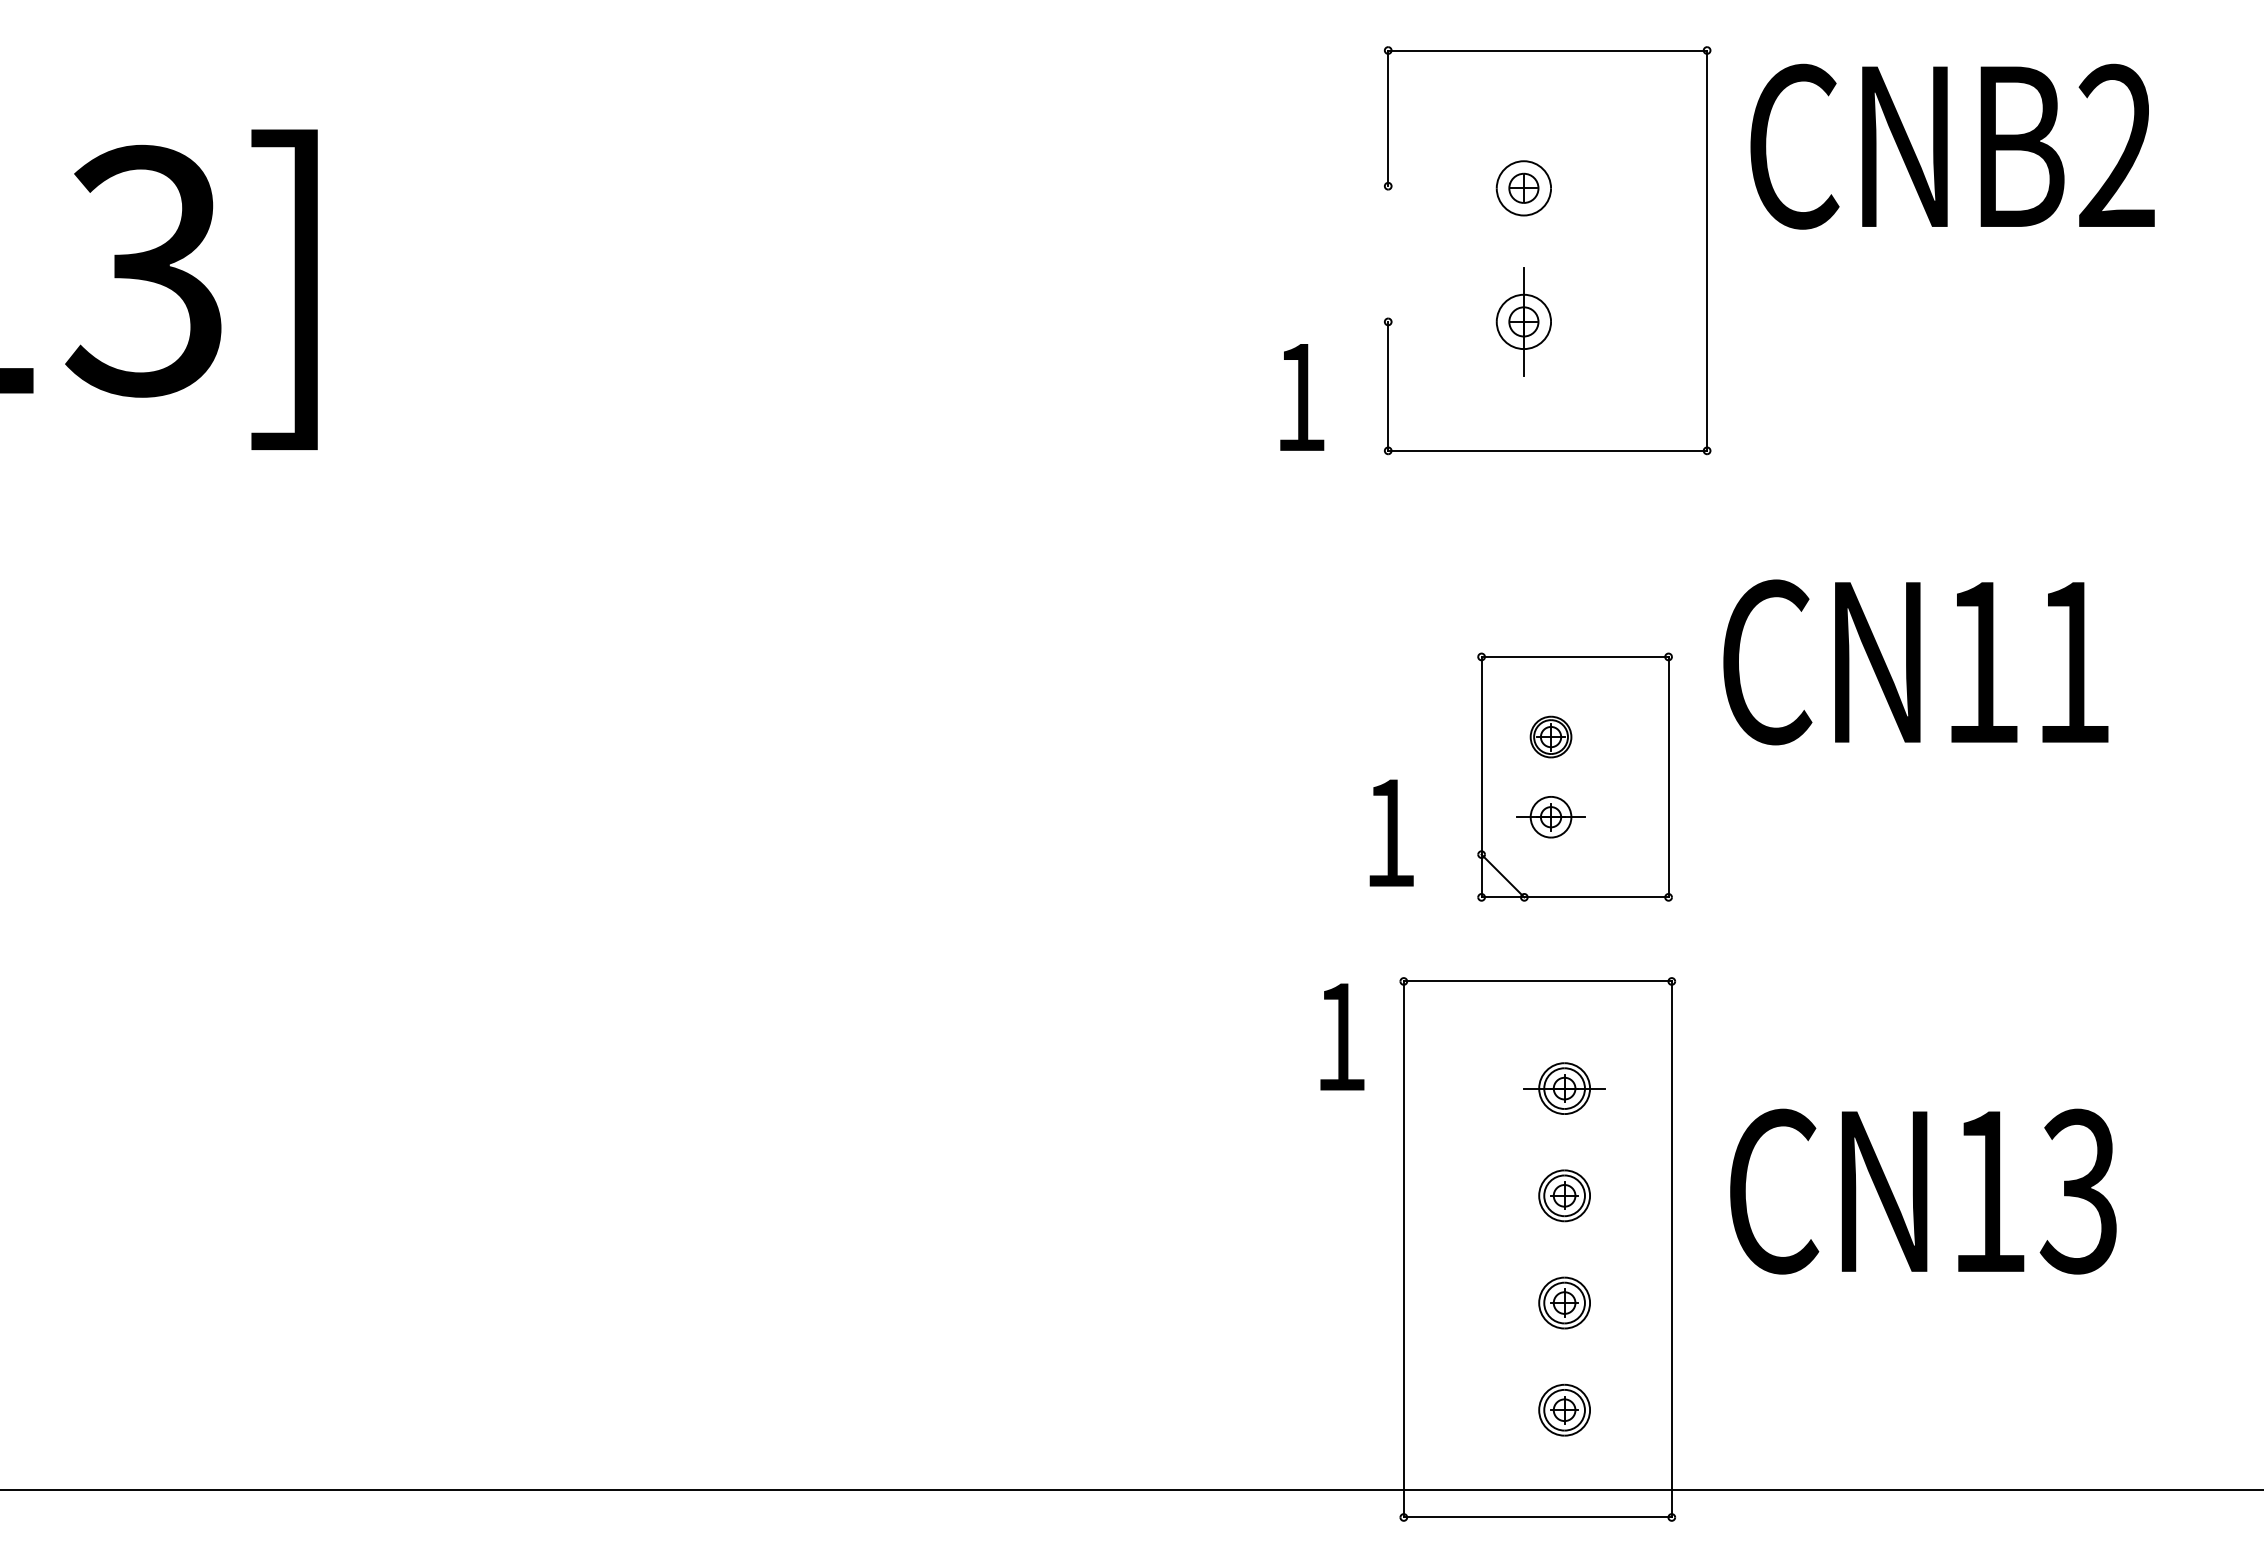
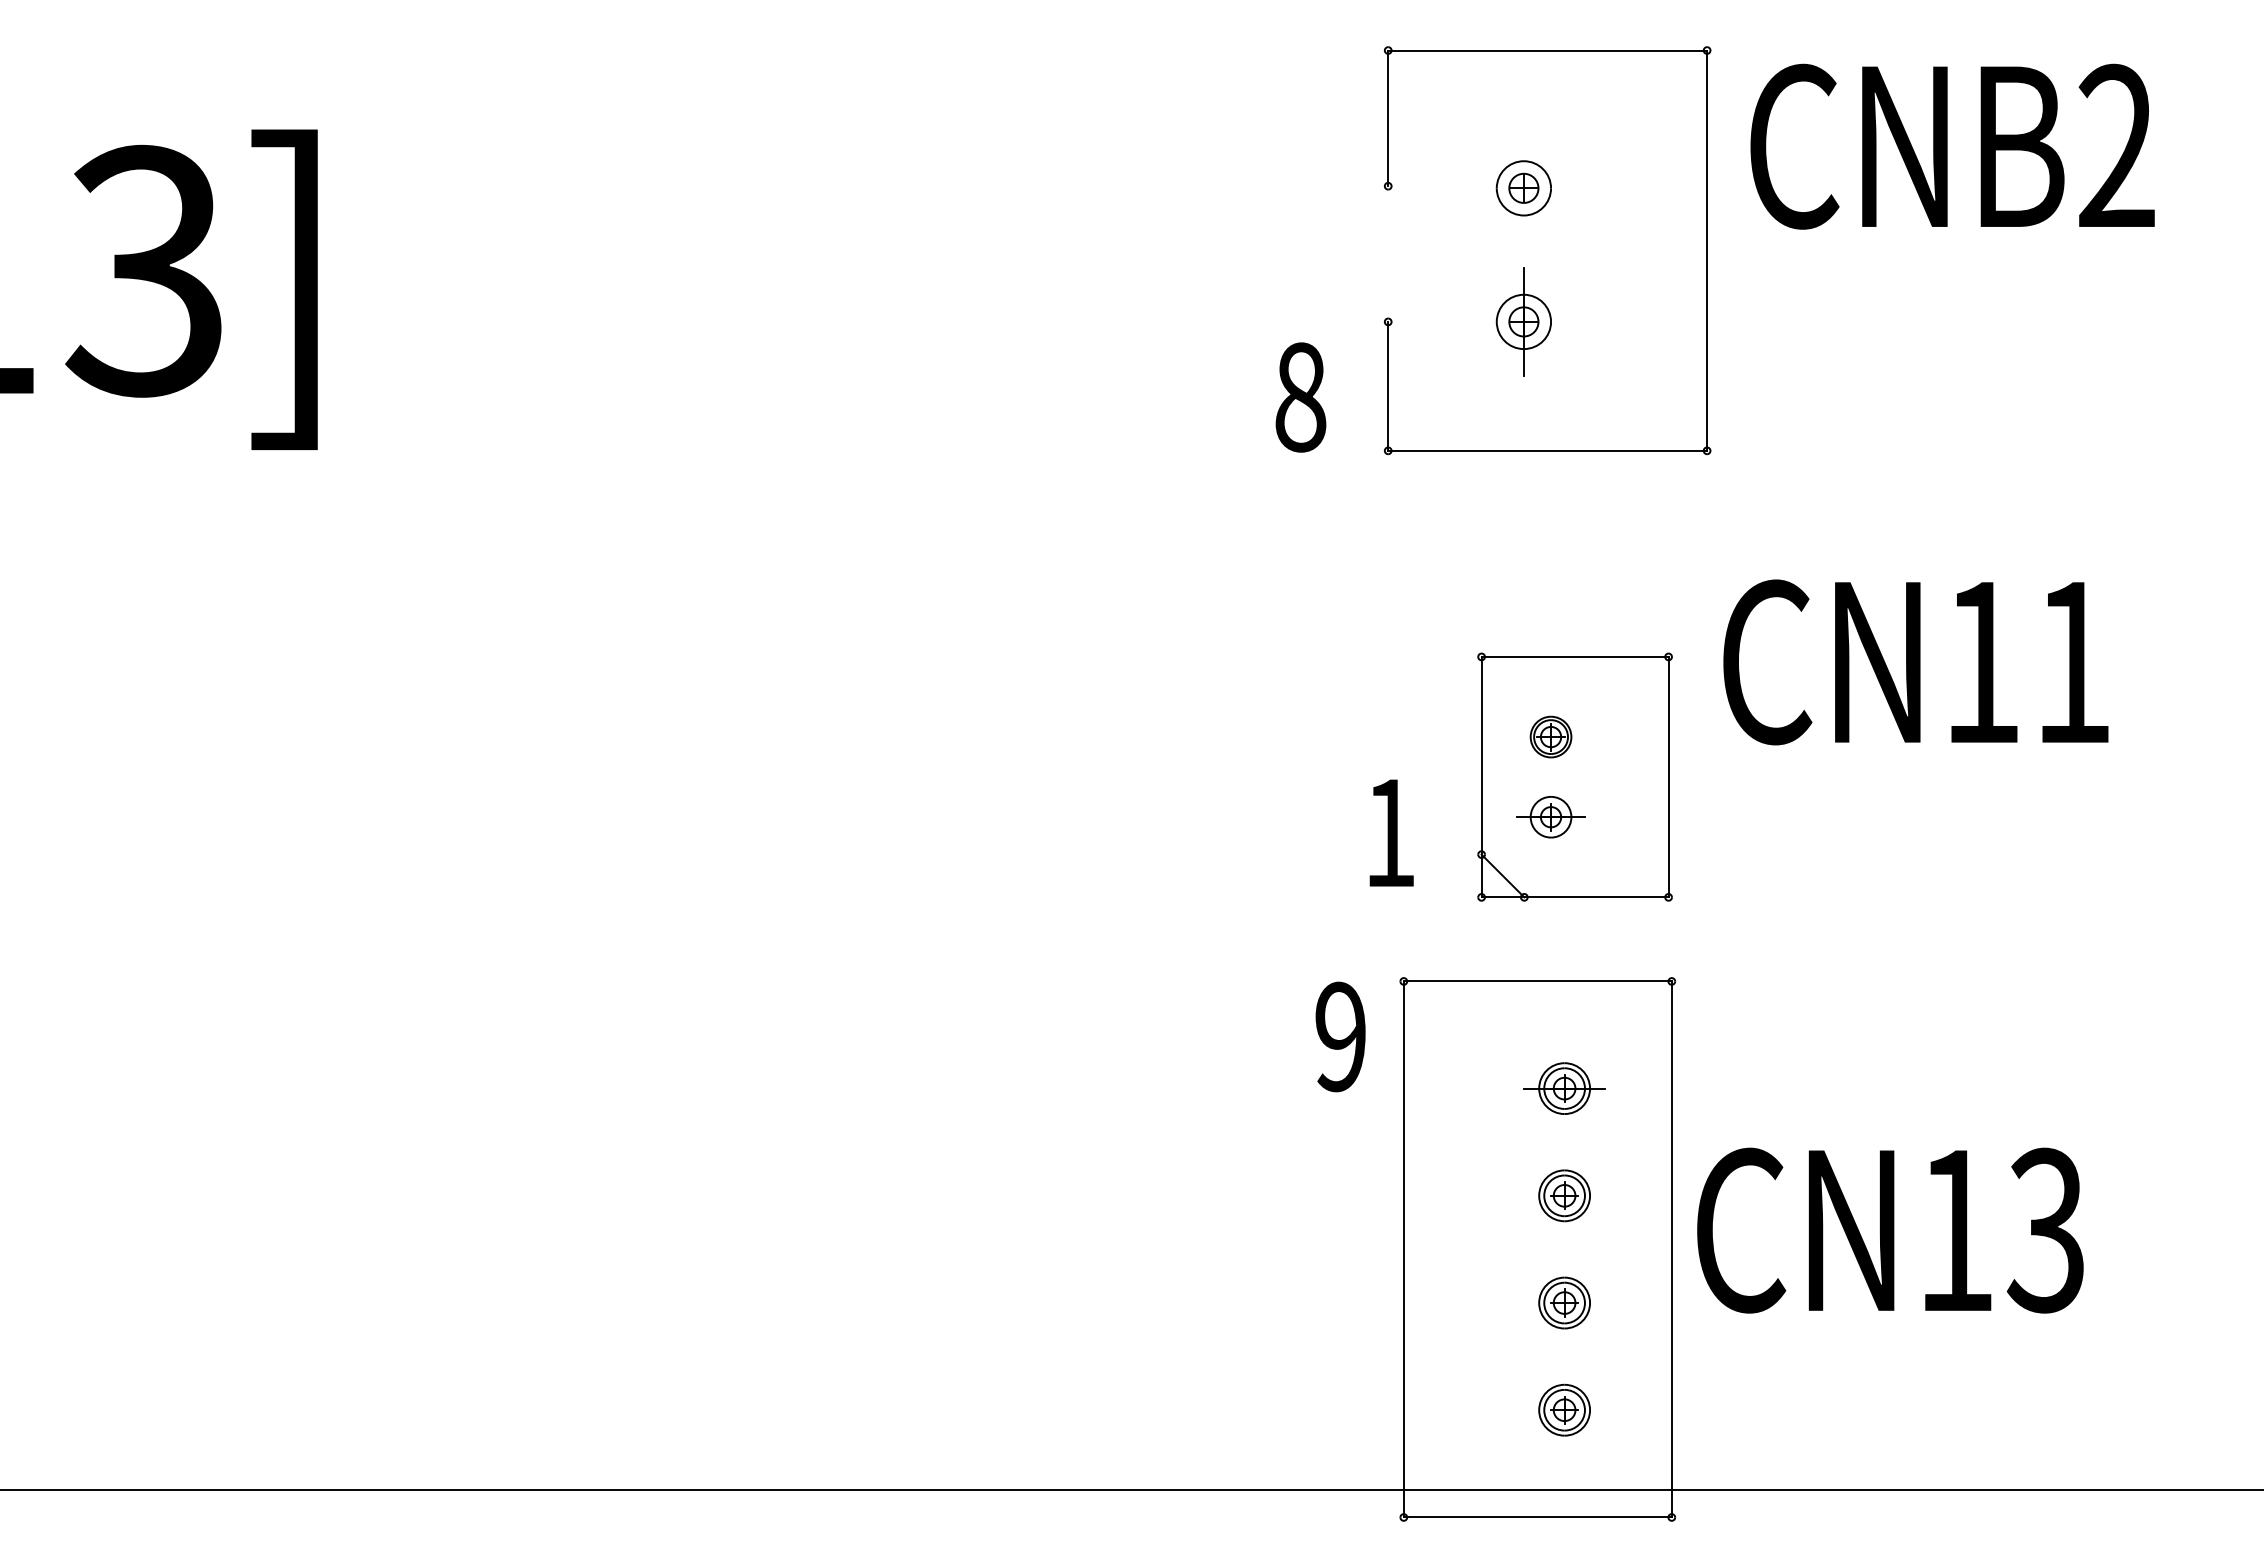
text at (1300, 397): 1 -> 8
text at (1340, 1036): 1 -> 9
text at (1923, 1191) position: (1923, 1191) -> (1890, 1230)
